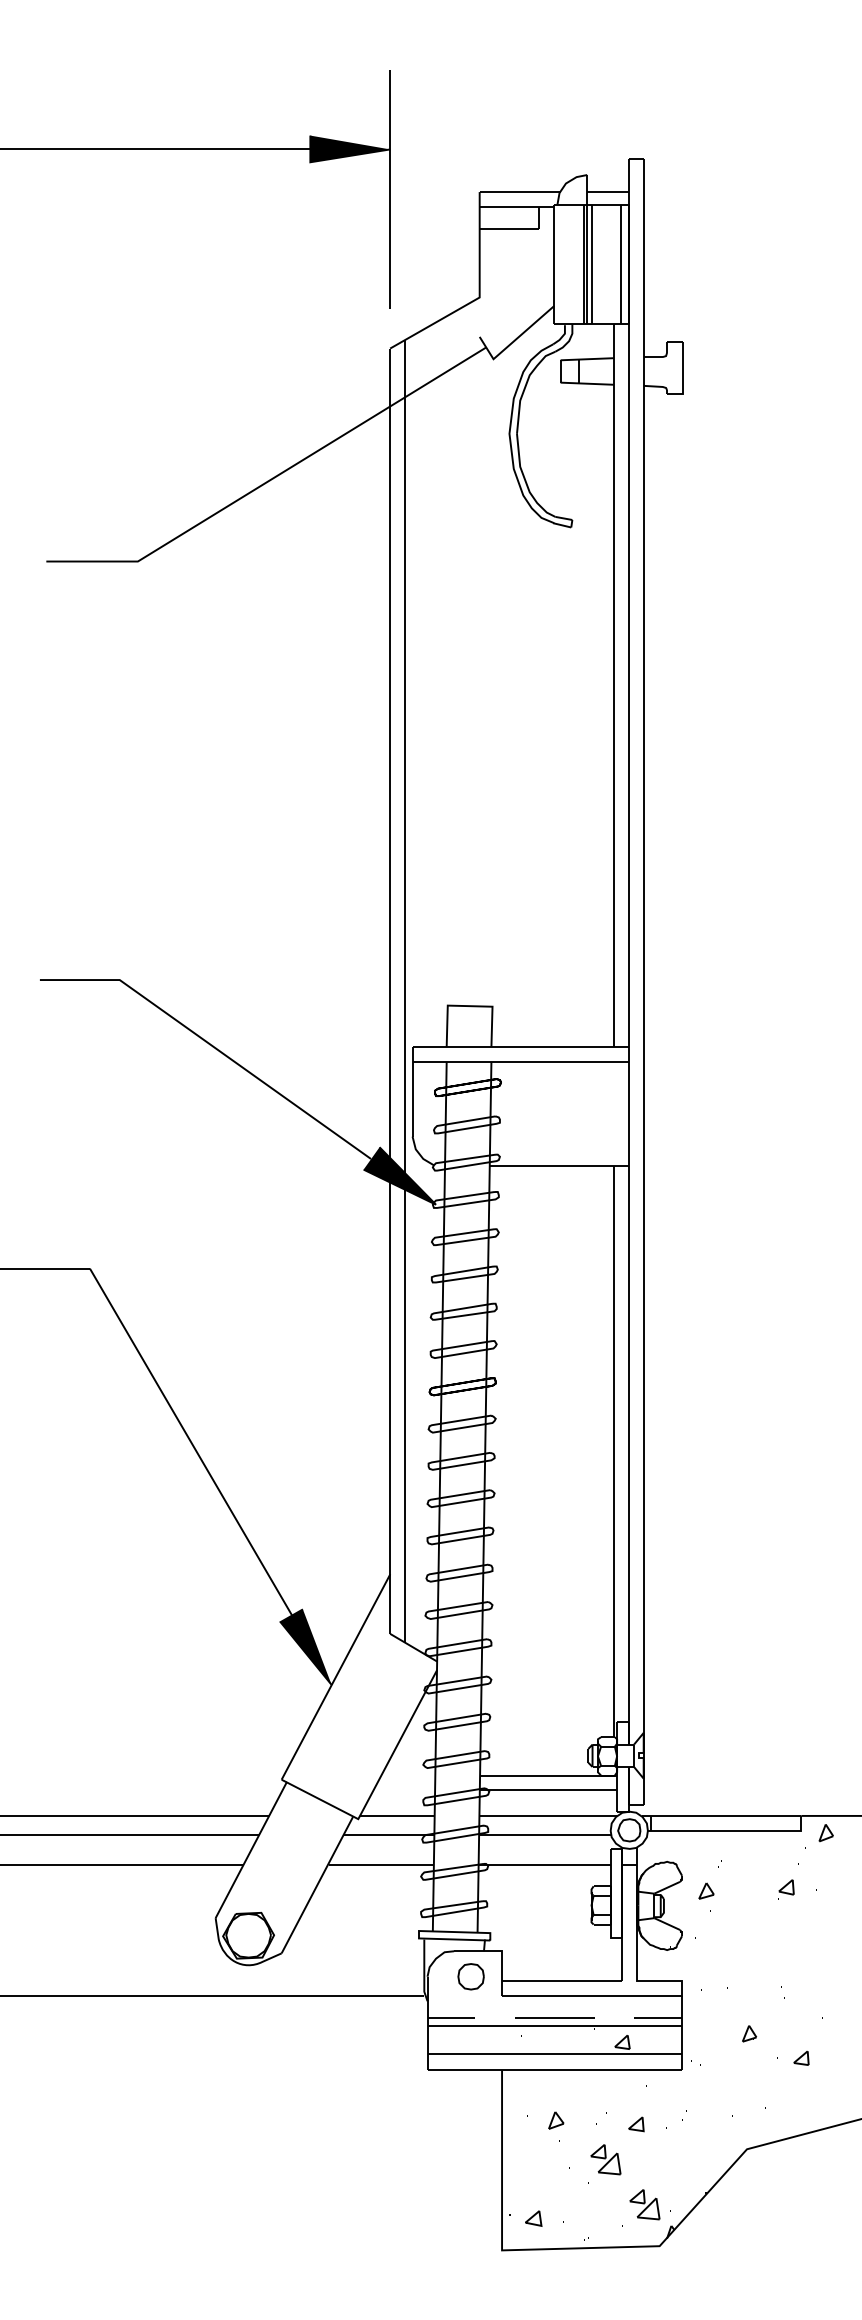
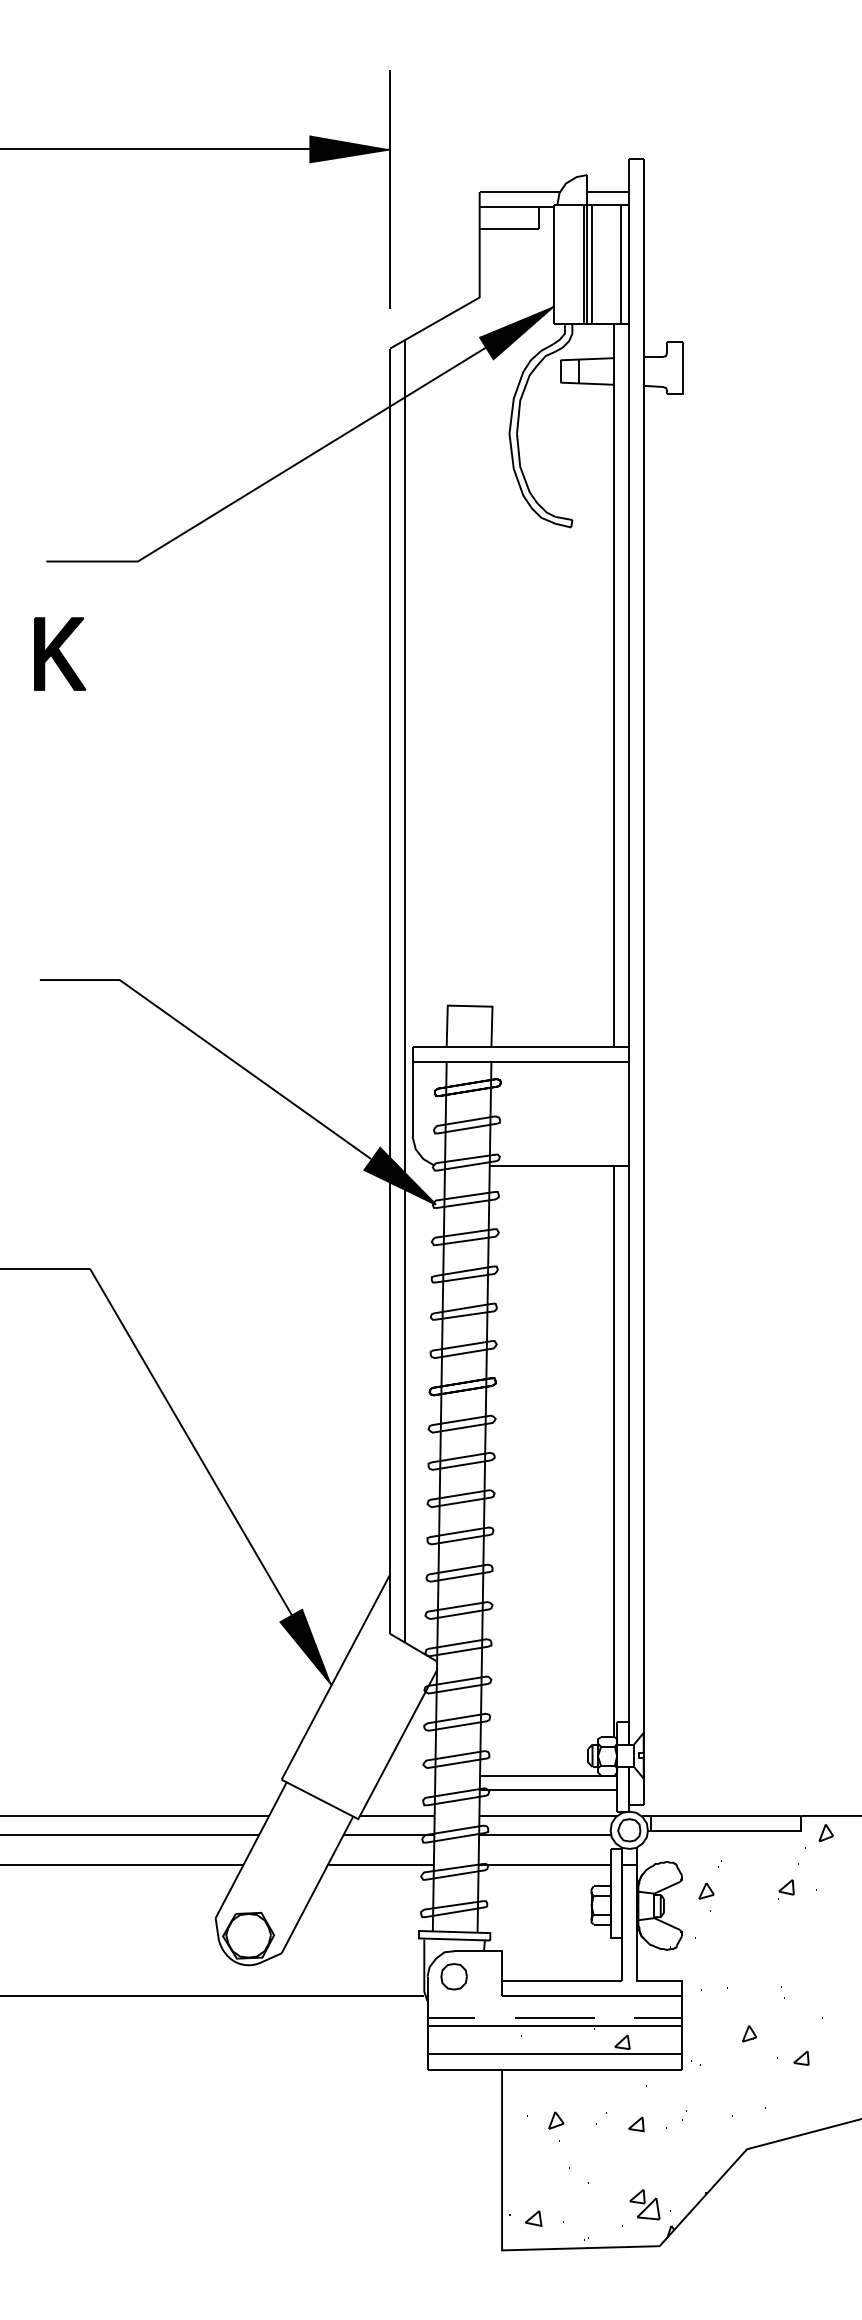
fill at (516, 332): none -> present
part at (60, 653): none -> present
part at (470, 1976) position: (470, 1976) -> (453, 1976)
part at (605, 2159): present -> none
